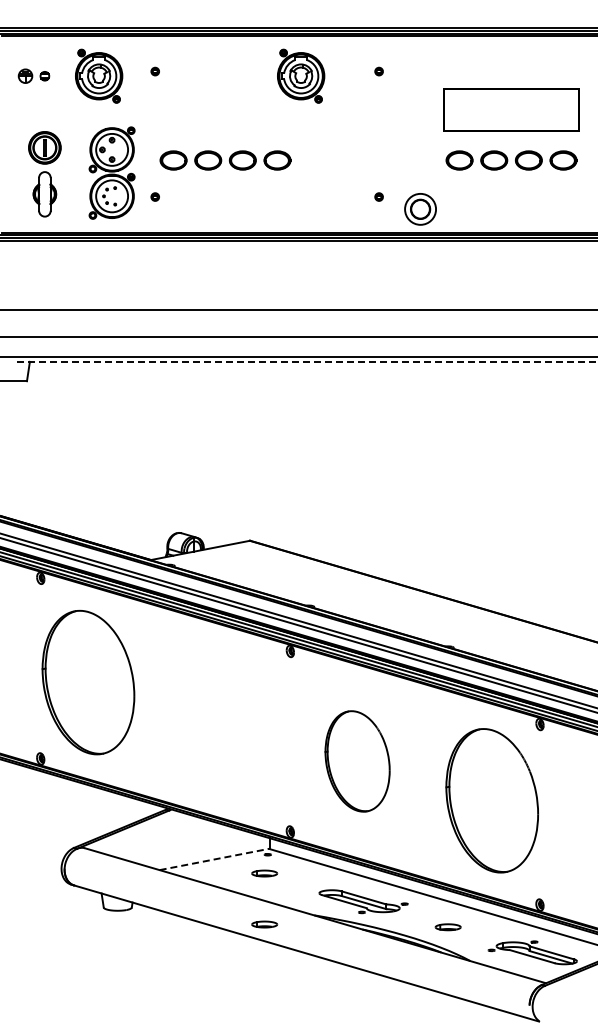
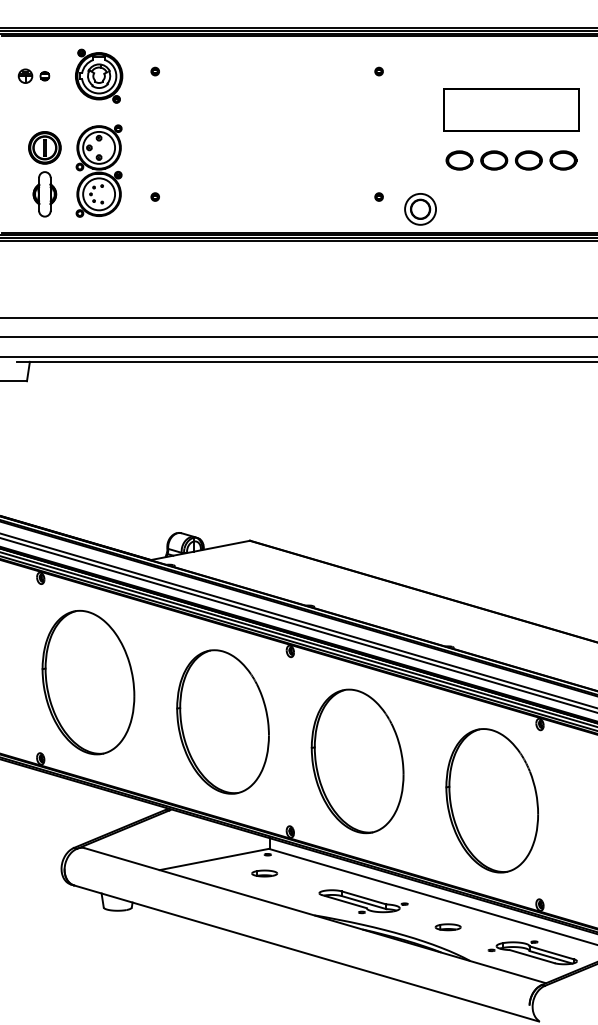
part at (301, 75): present -> none
part at (225, 160): present -> none
part at (111, 172) position: (111, 172) -> (98, 170)
line at (298, 310) position: (298, 310) -> (298, 318)
line at (307, 361): dashed -> solid
part at (222, 721): none -> present
part at (357, 761) size: 67x103 px -> 95x147 px
line at (215, 859): dashed -> solid
part at (264, 924): present -> none
